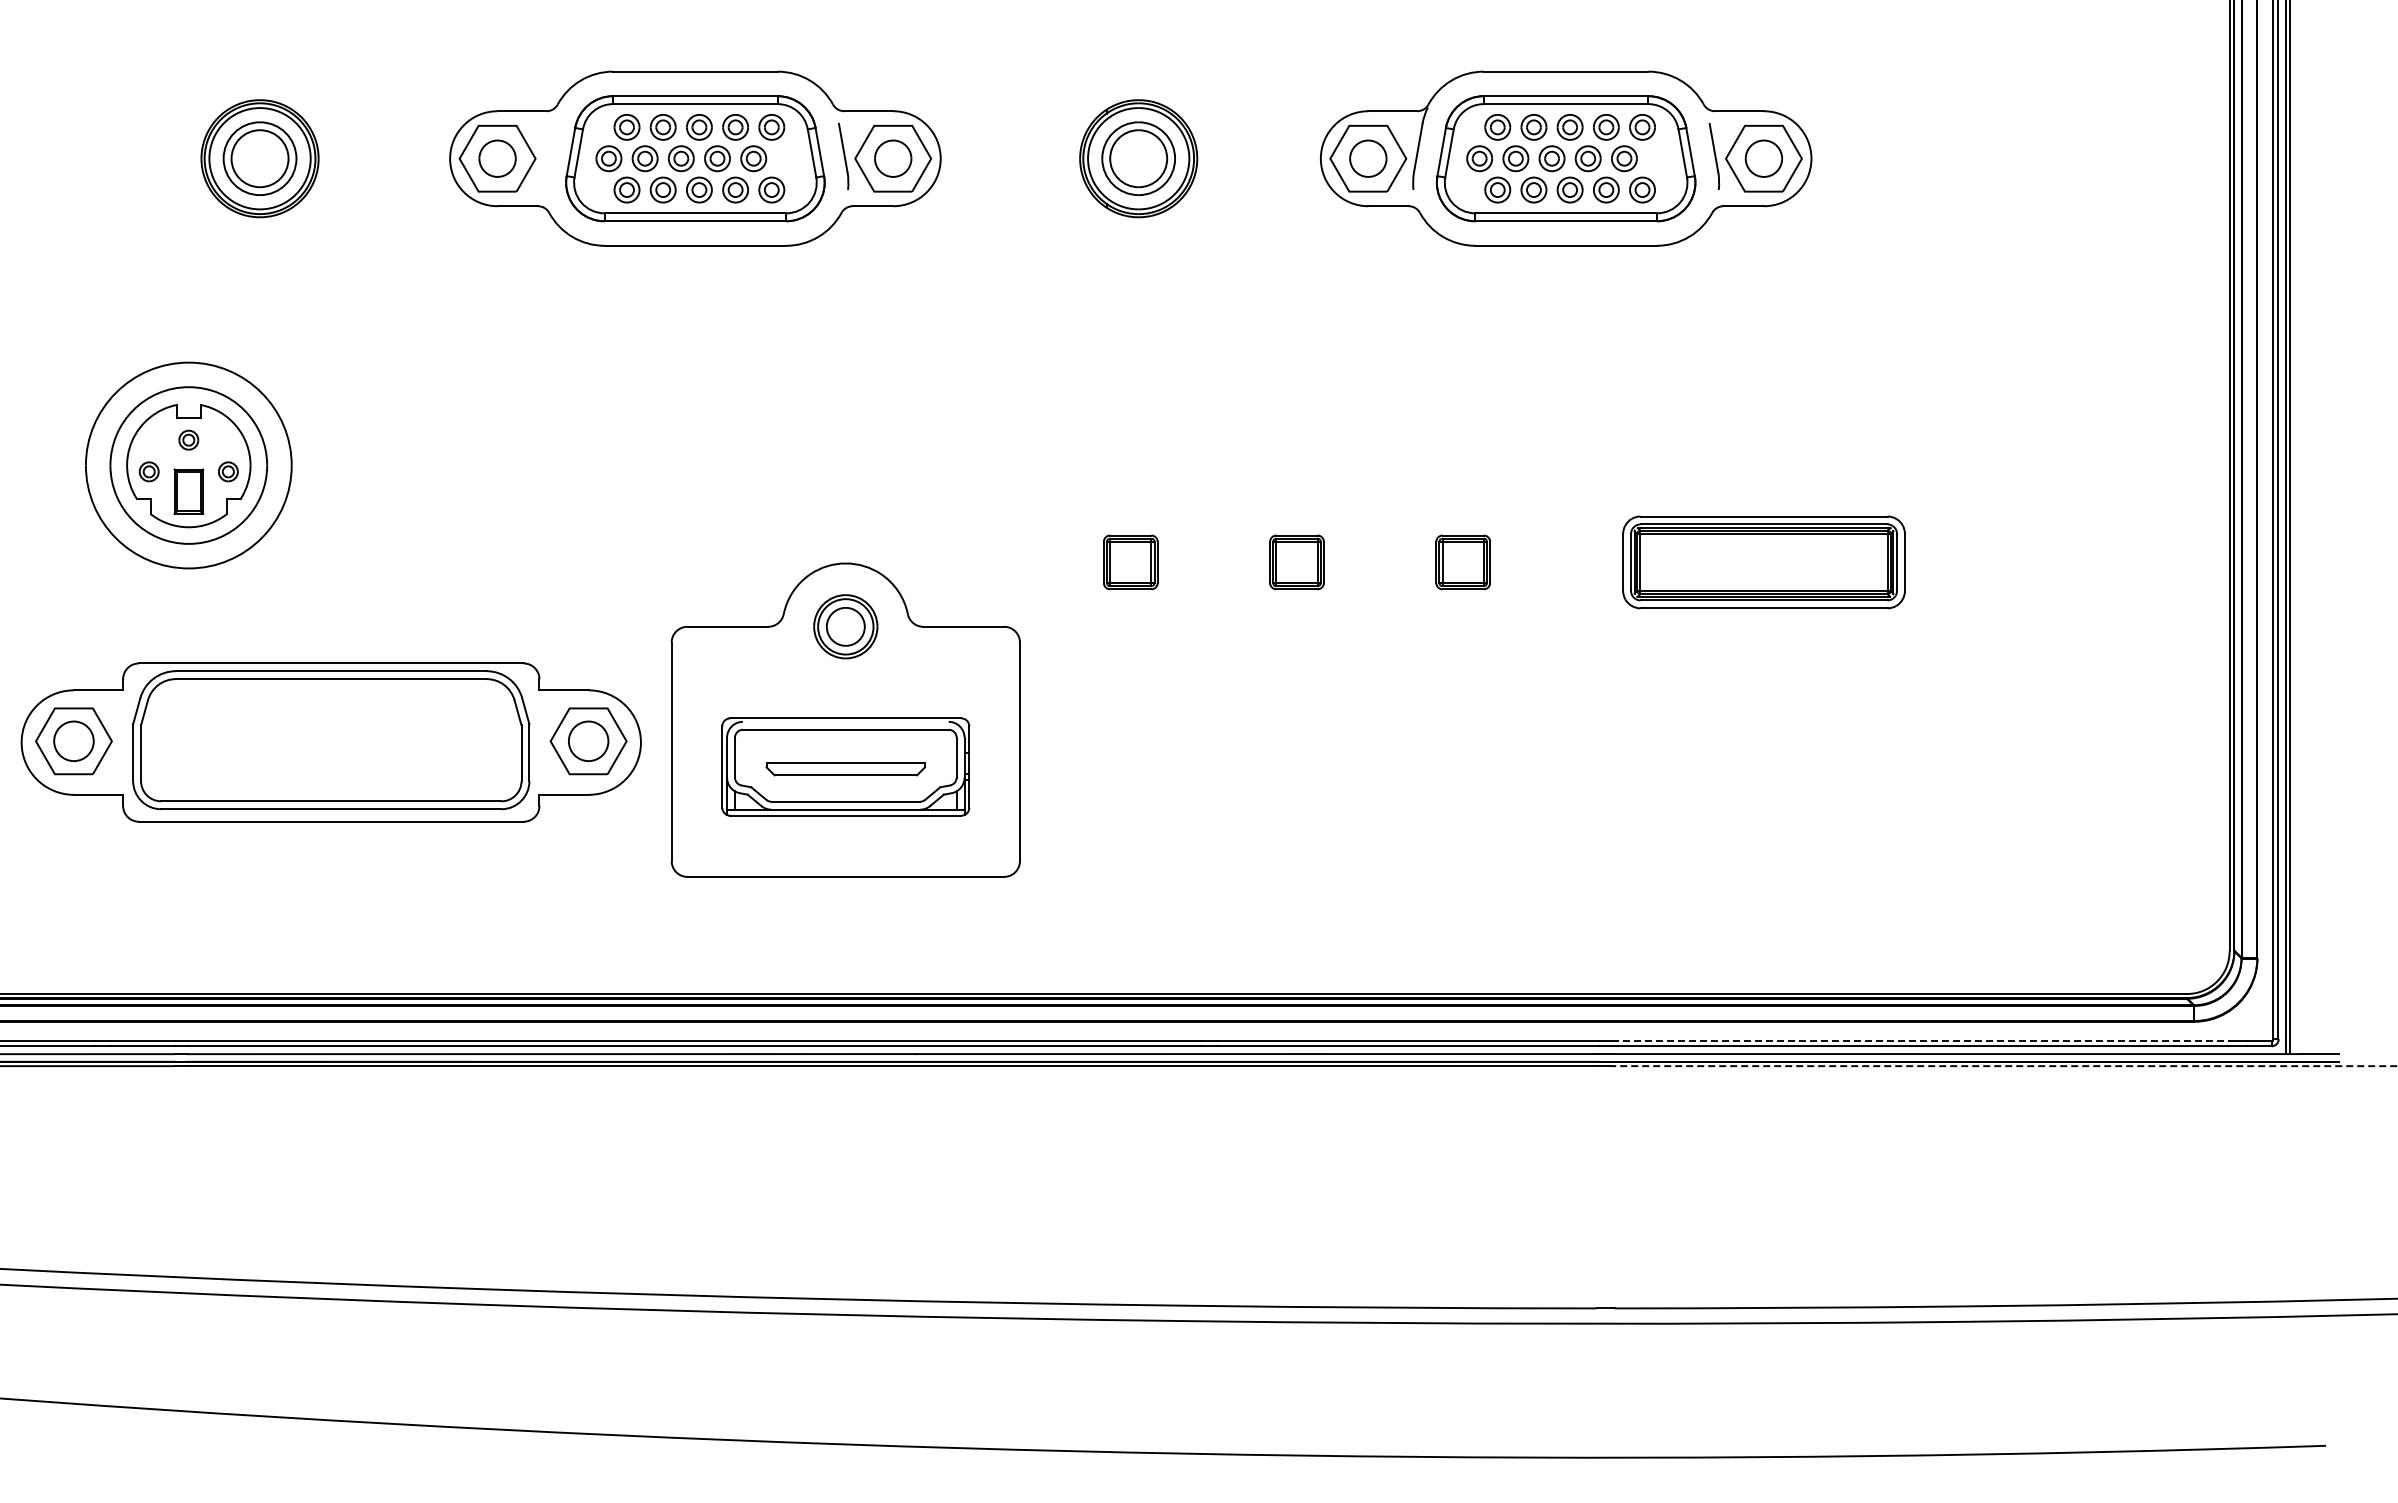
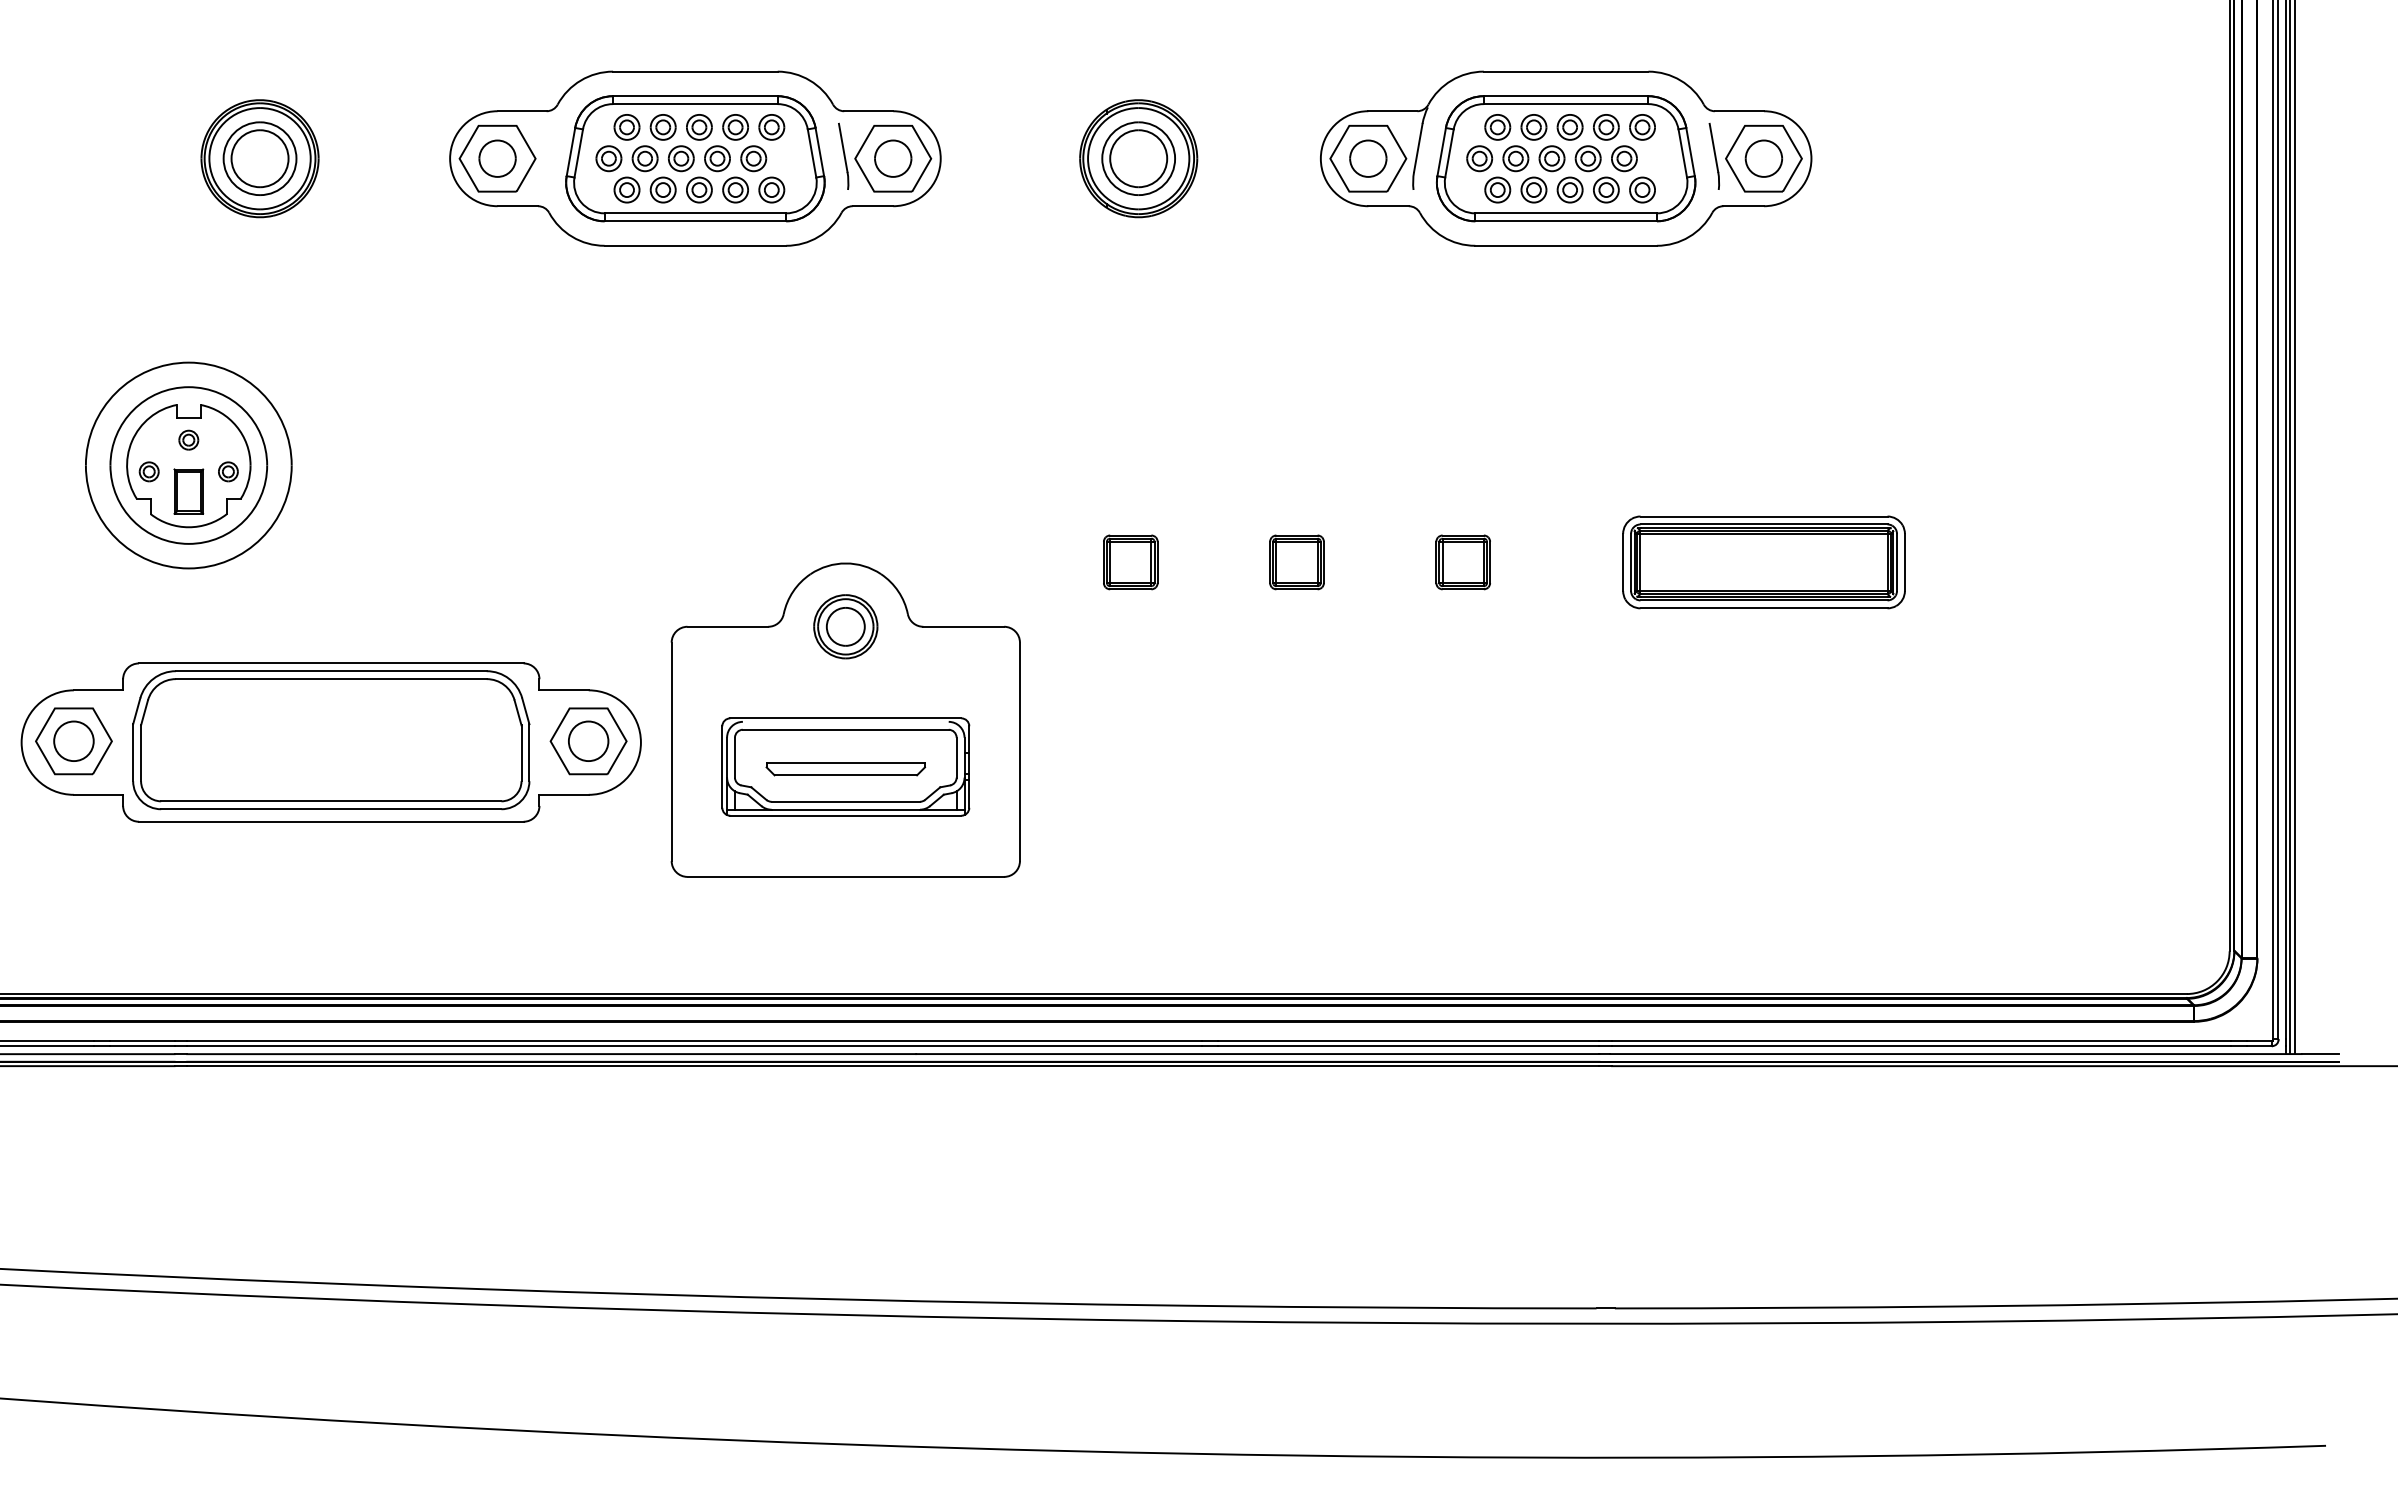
line at (2295, 528): none -> present
line at (1921, 1040): dashed -> solid
line at (2004, 1066): dashed -> solid
